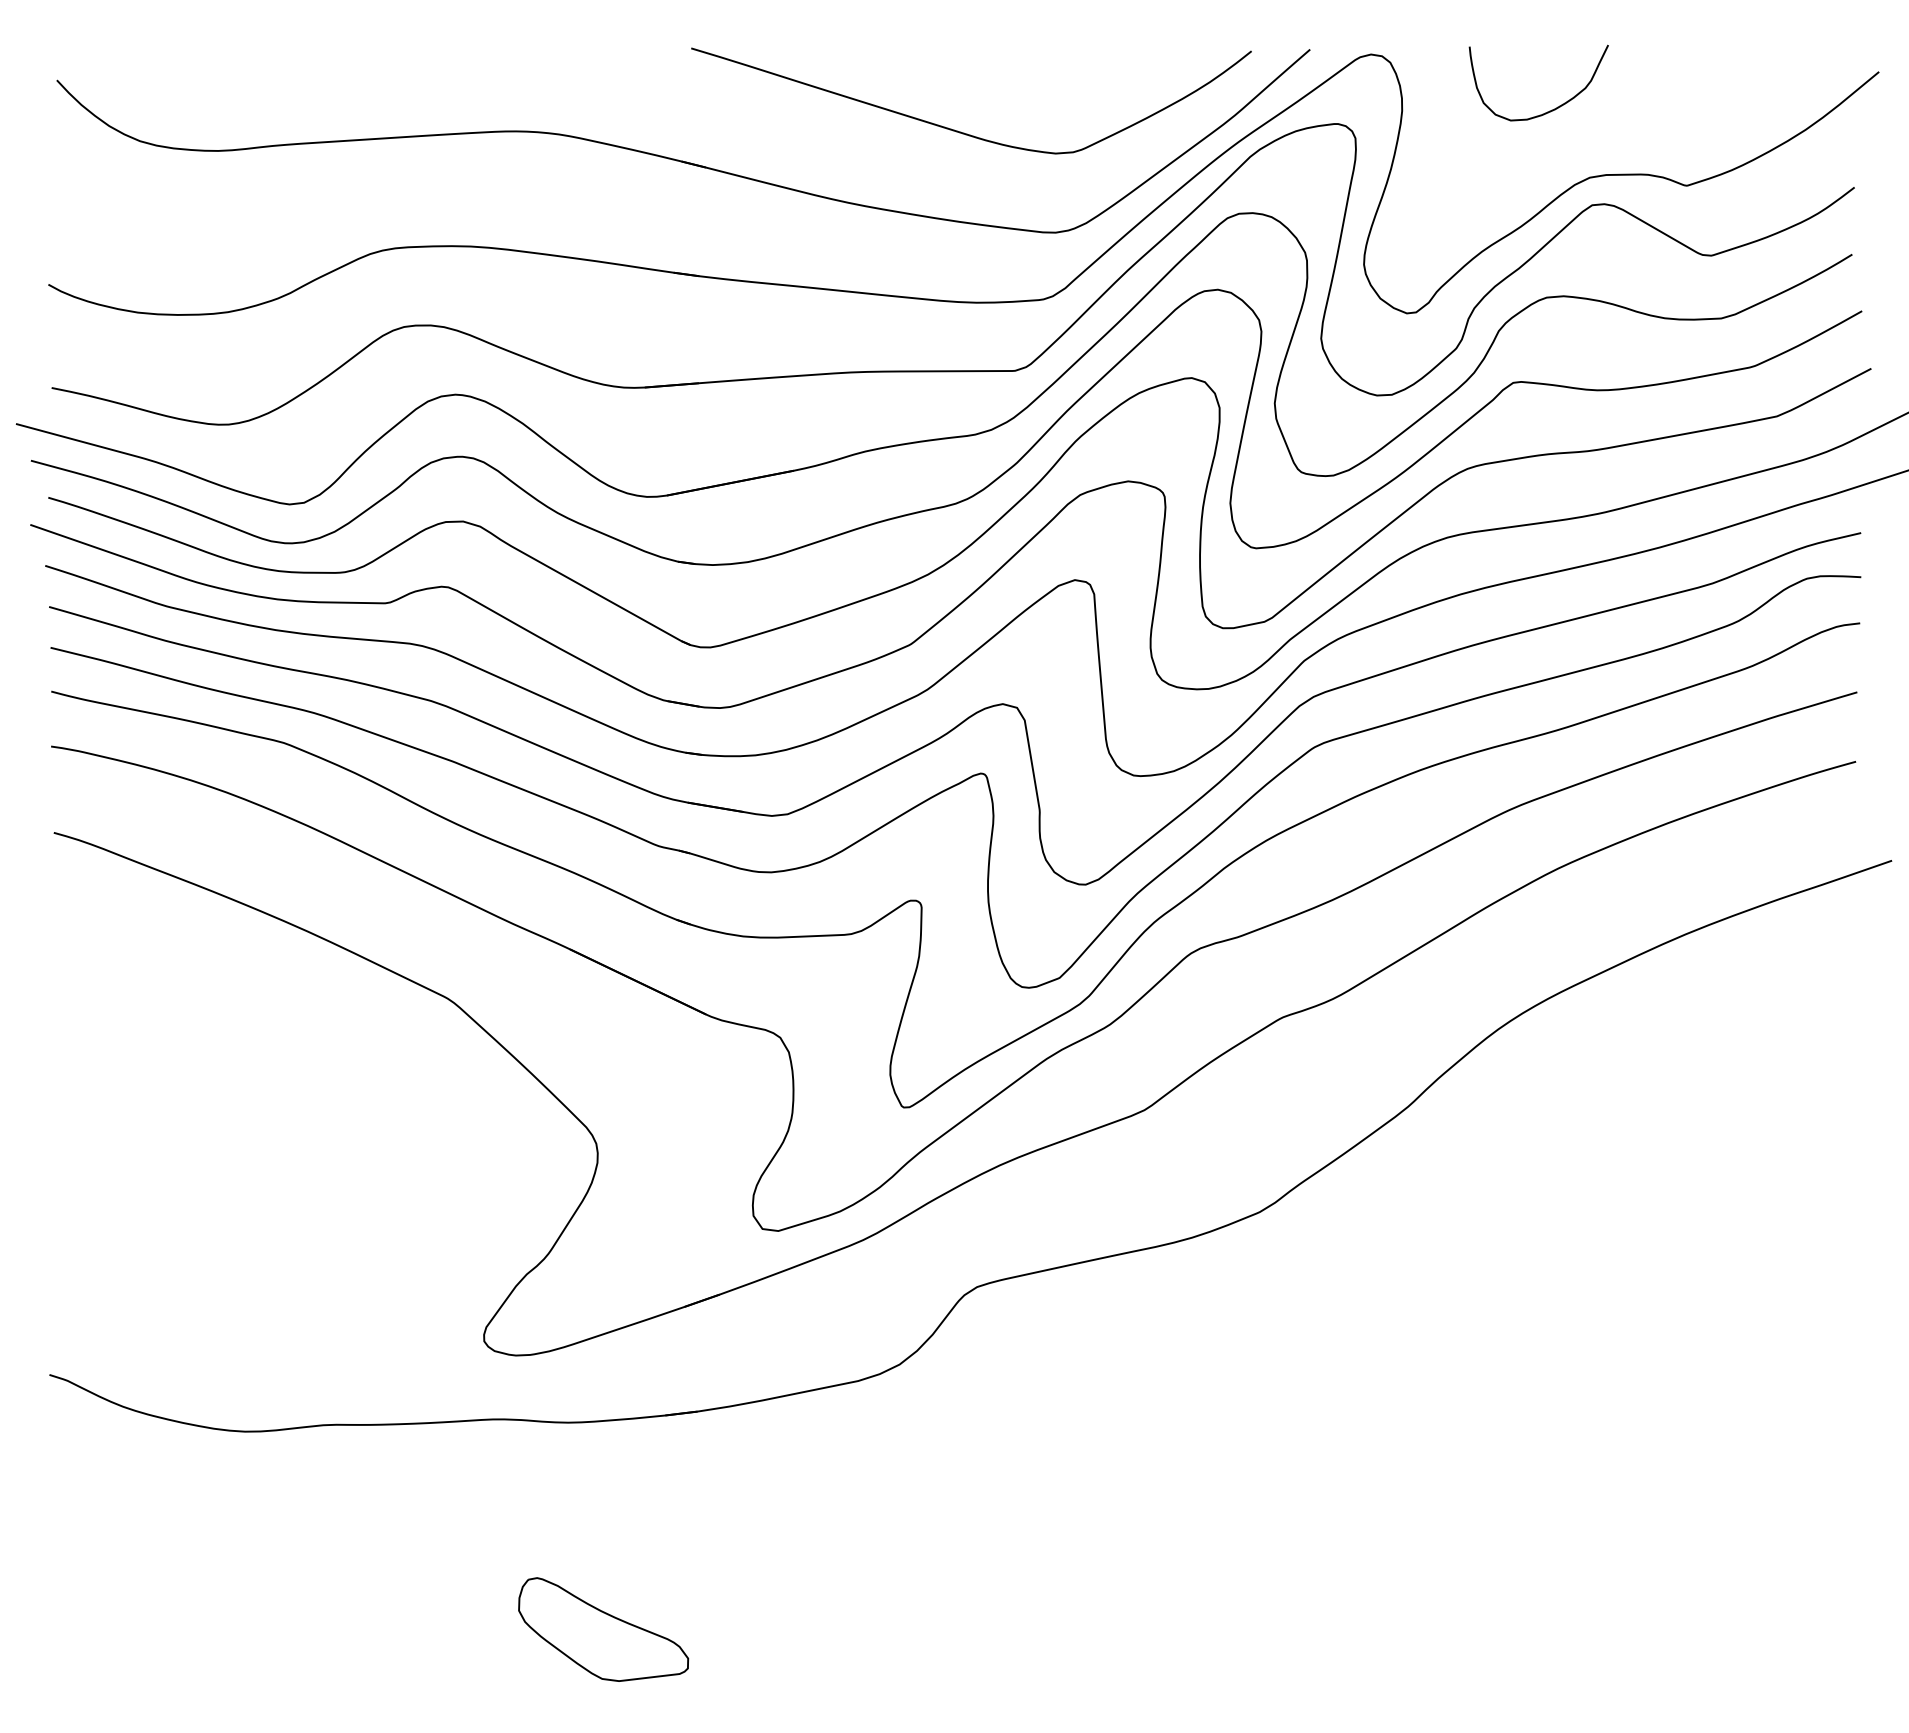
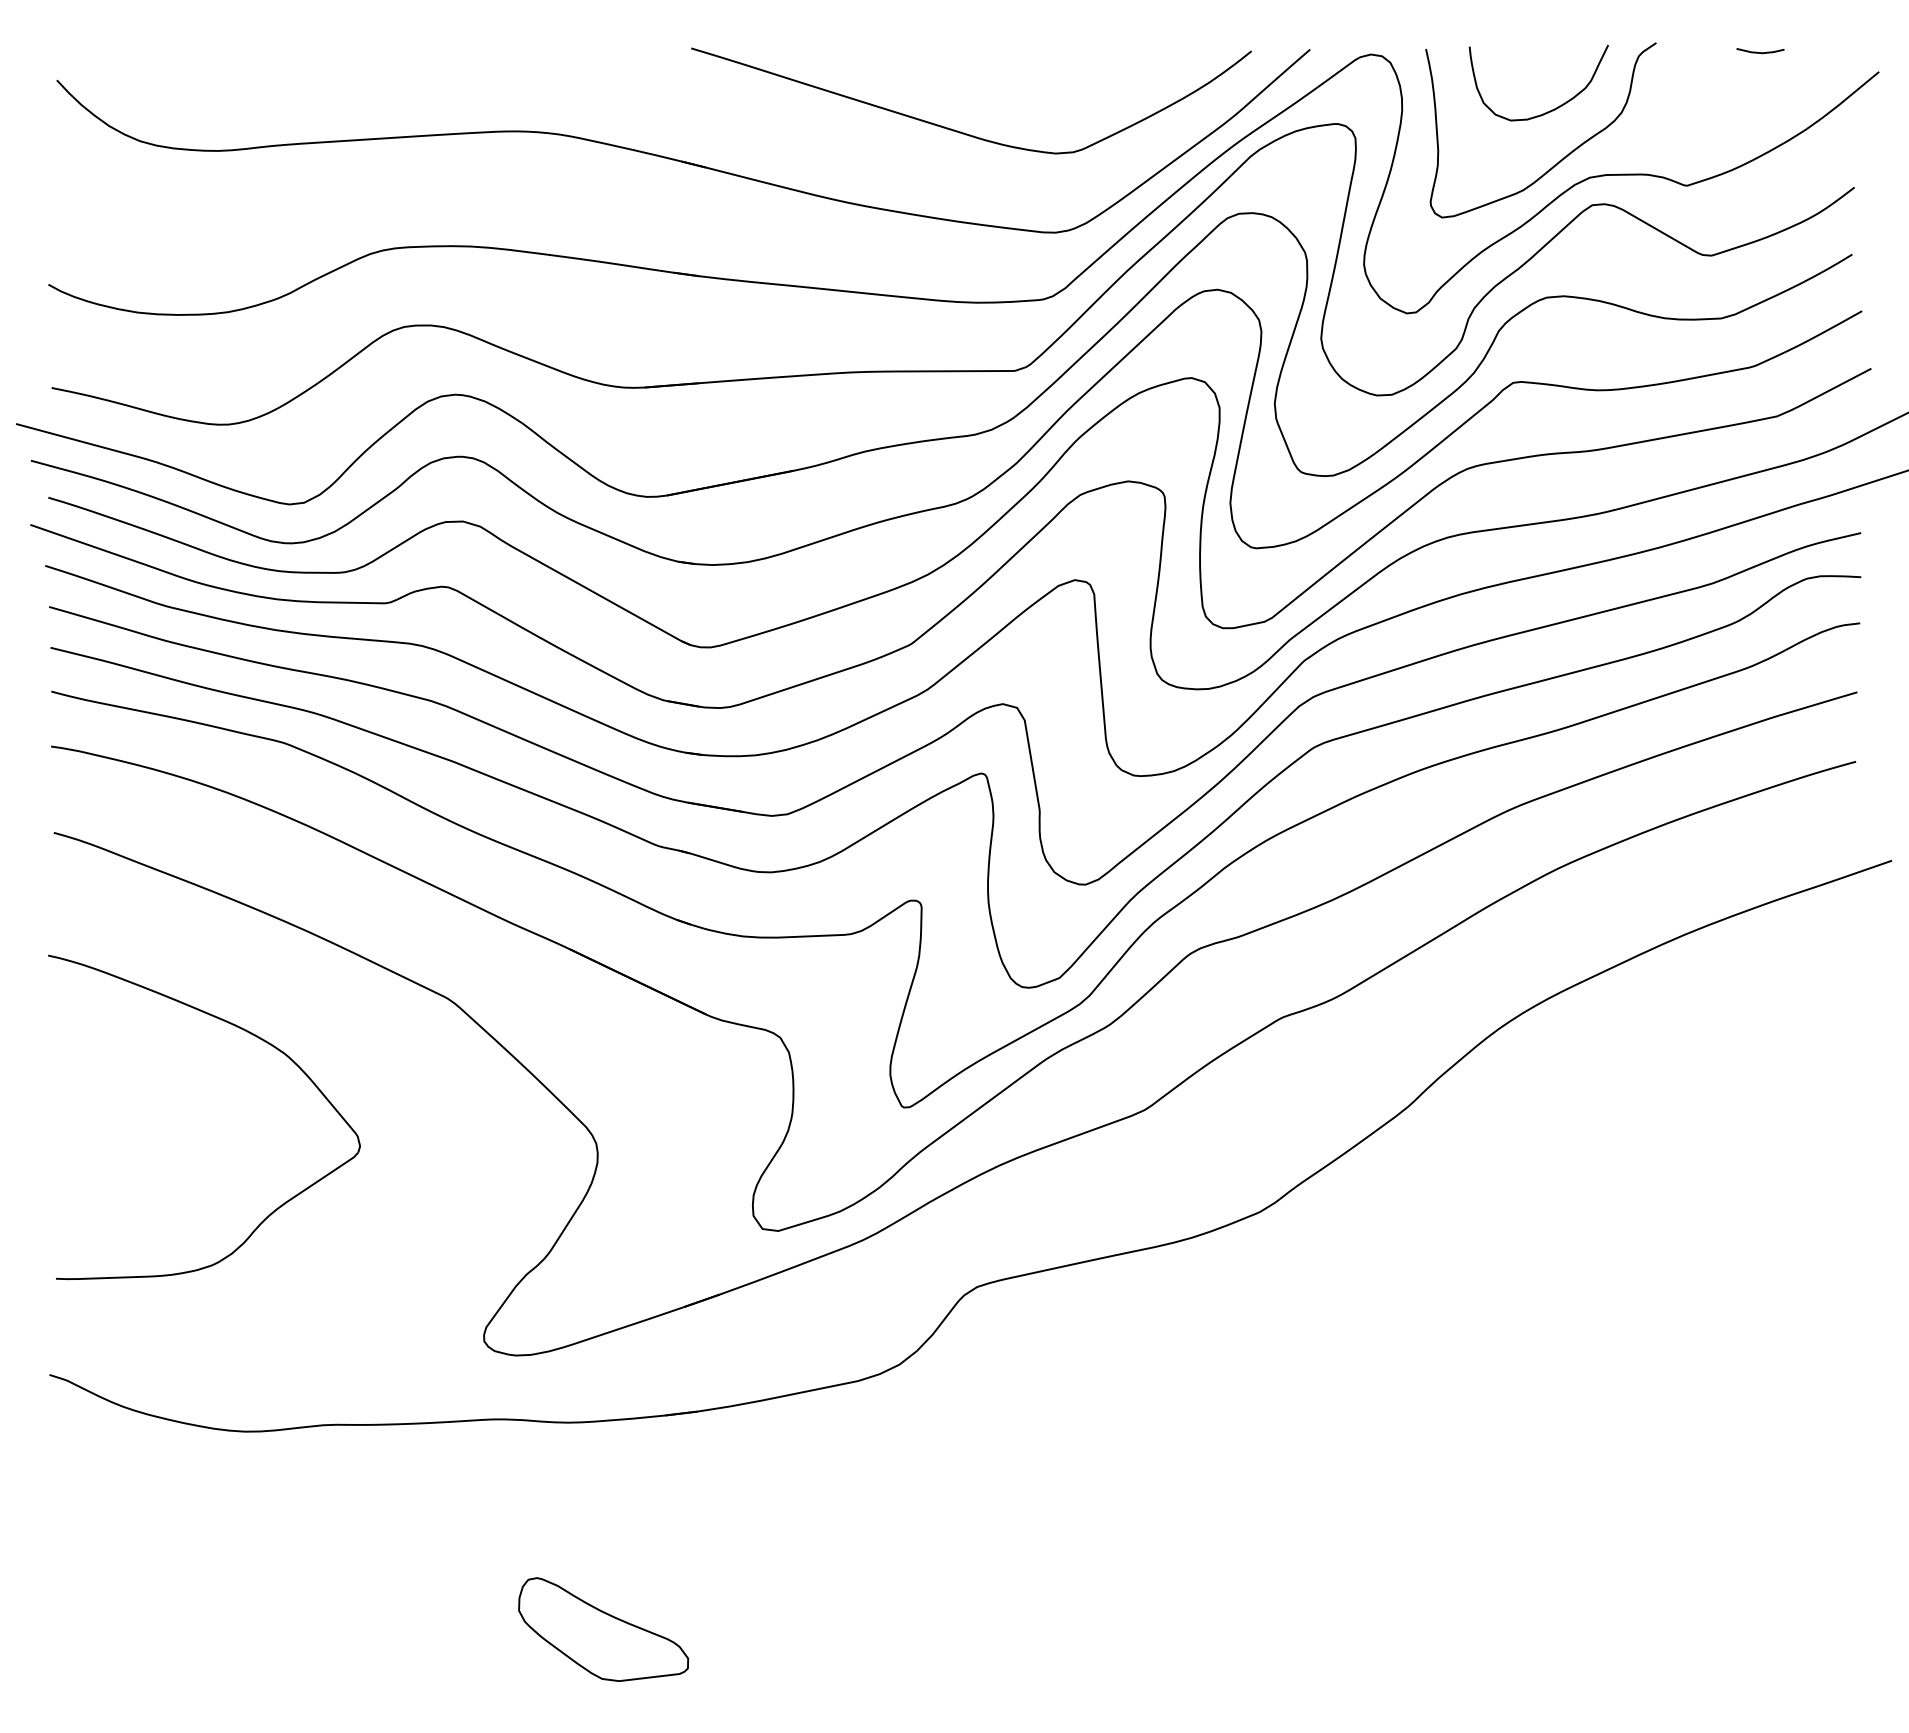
line at (1760, 52): none -> present
curve at (1564, 156): none -> present
part at (252, 1035): none -> present
